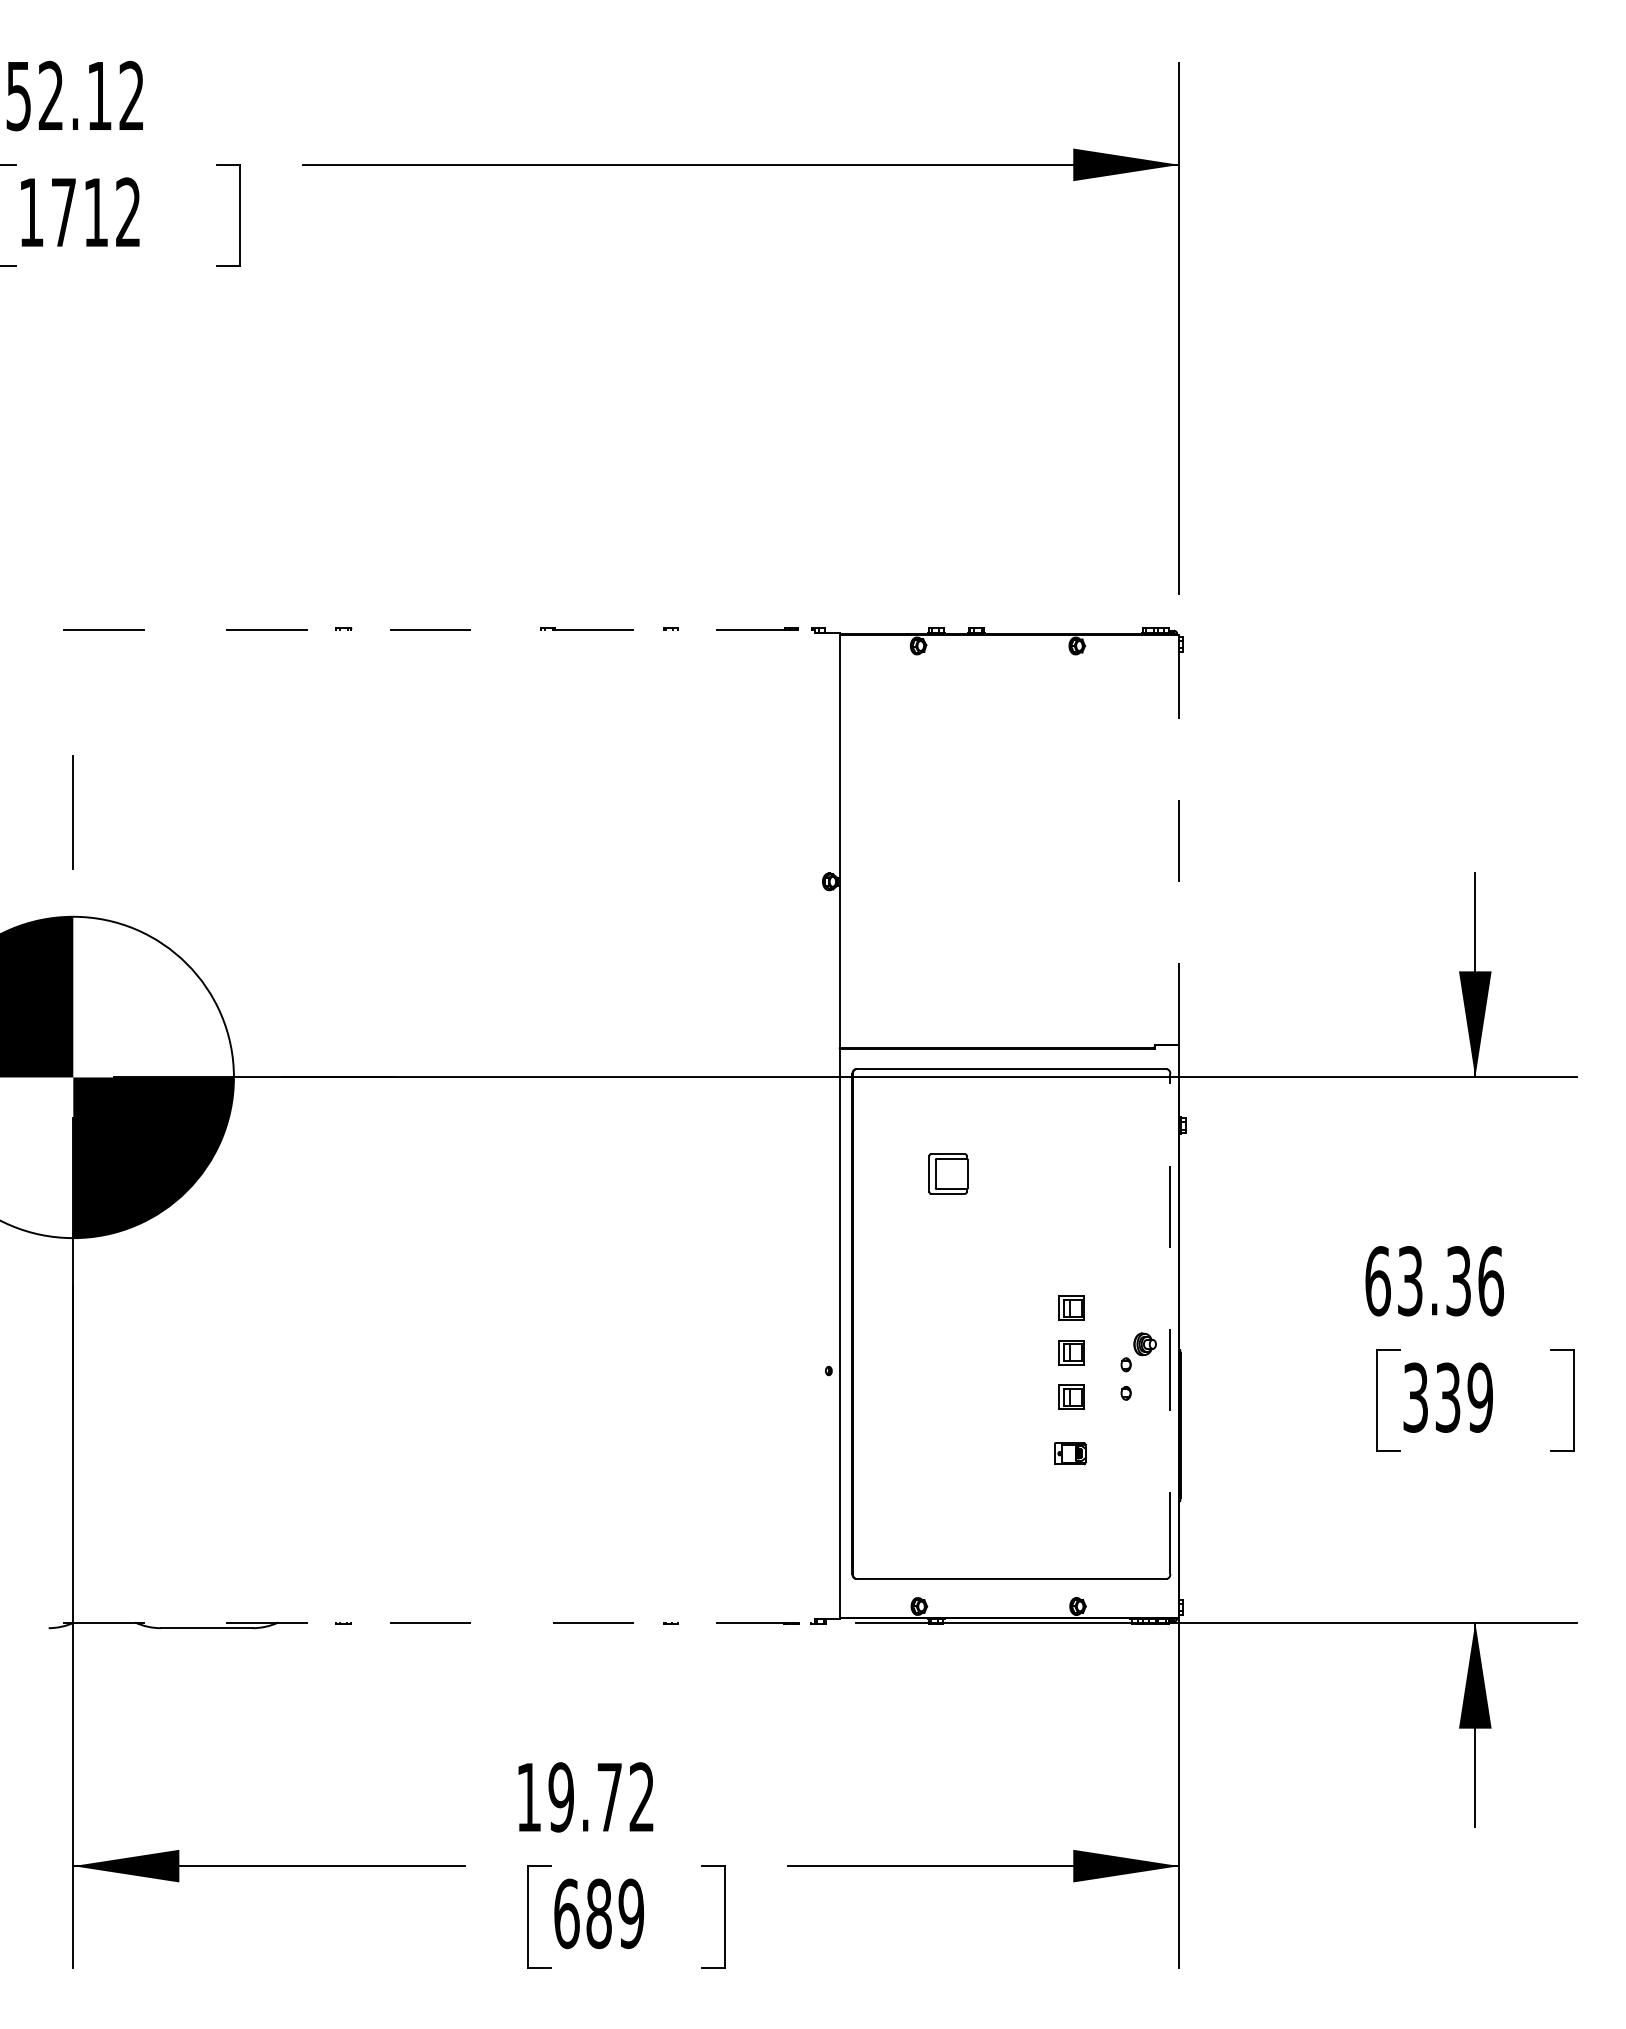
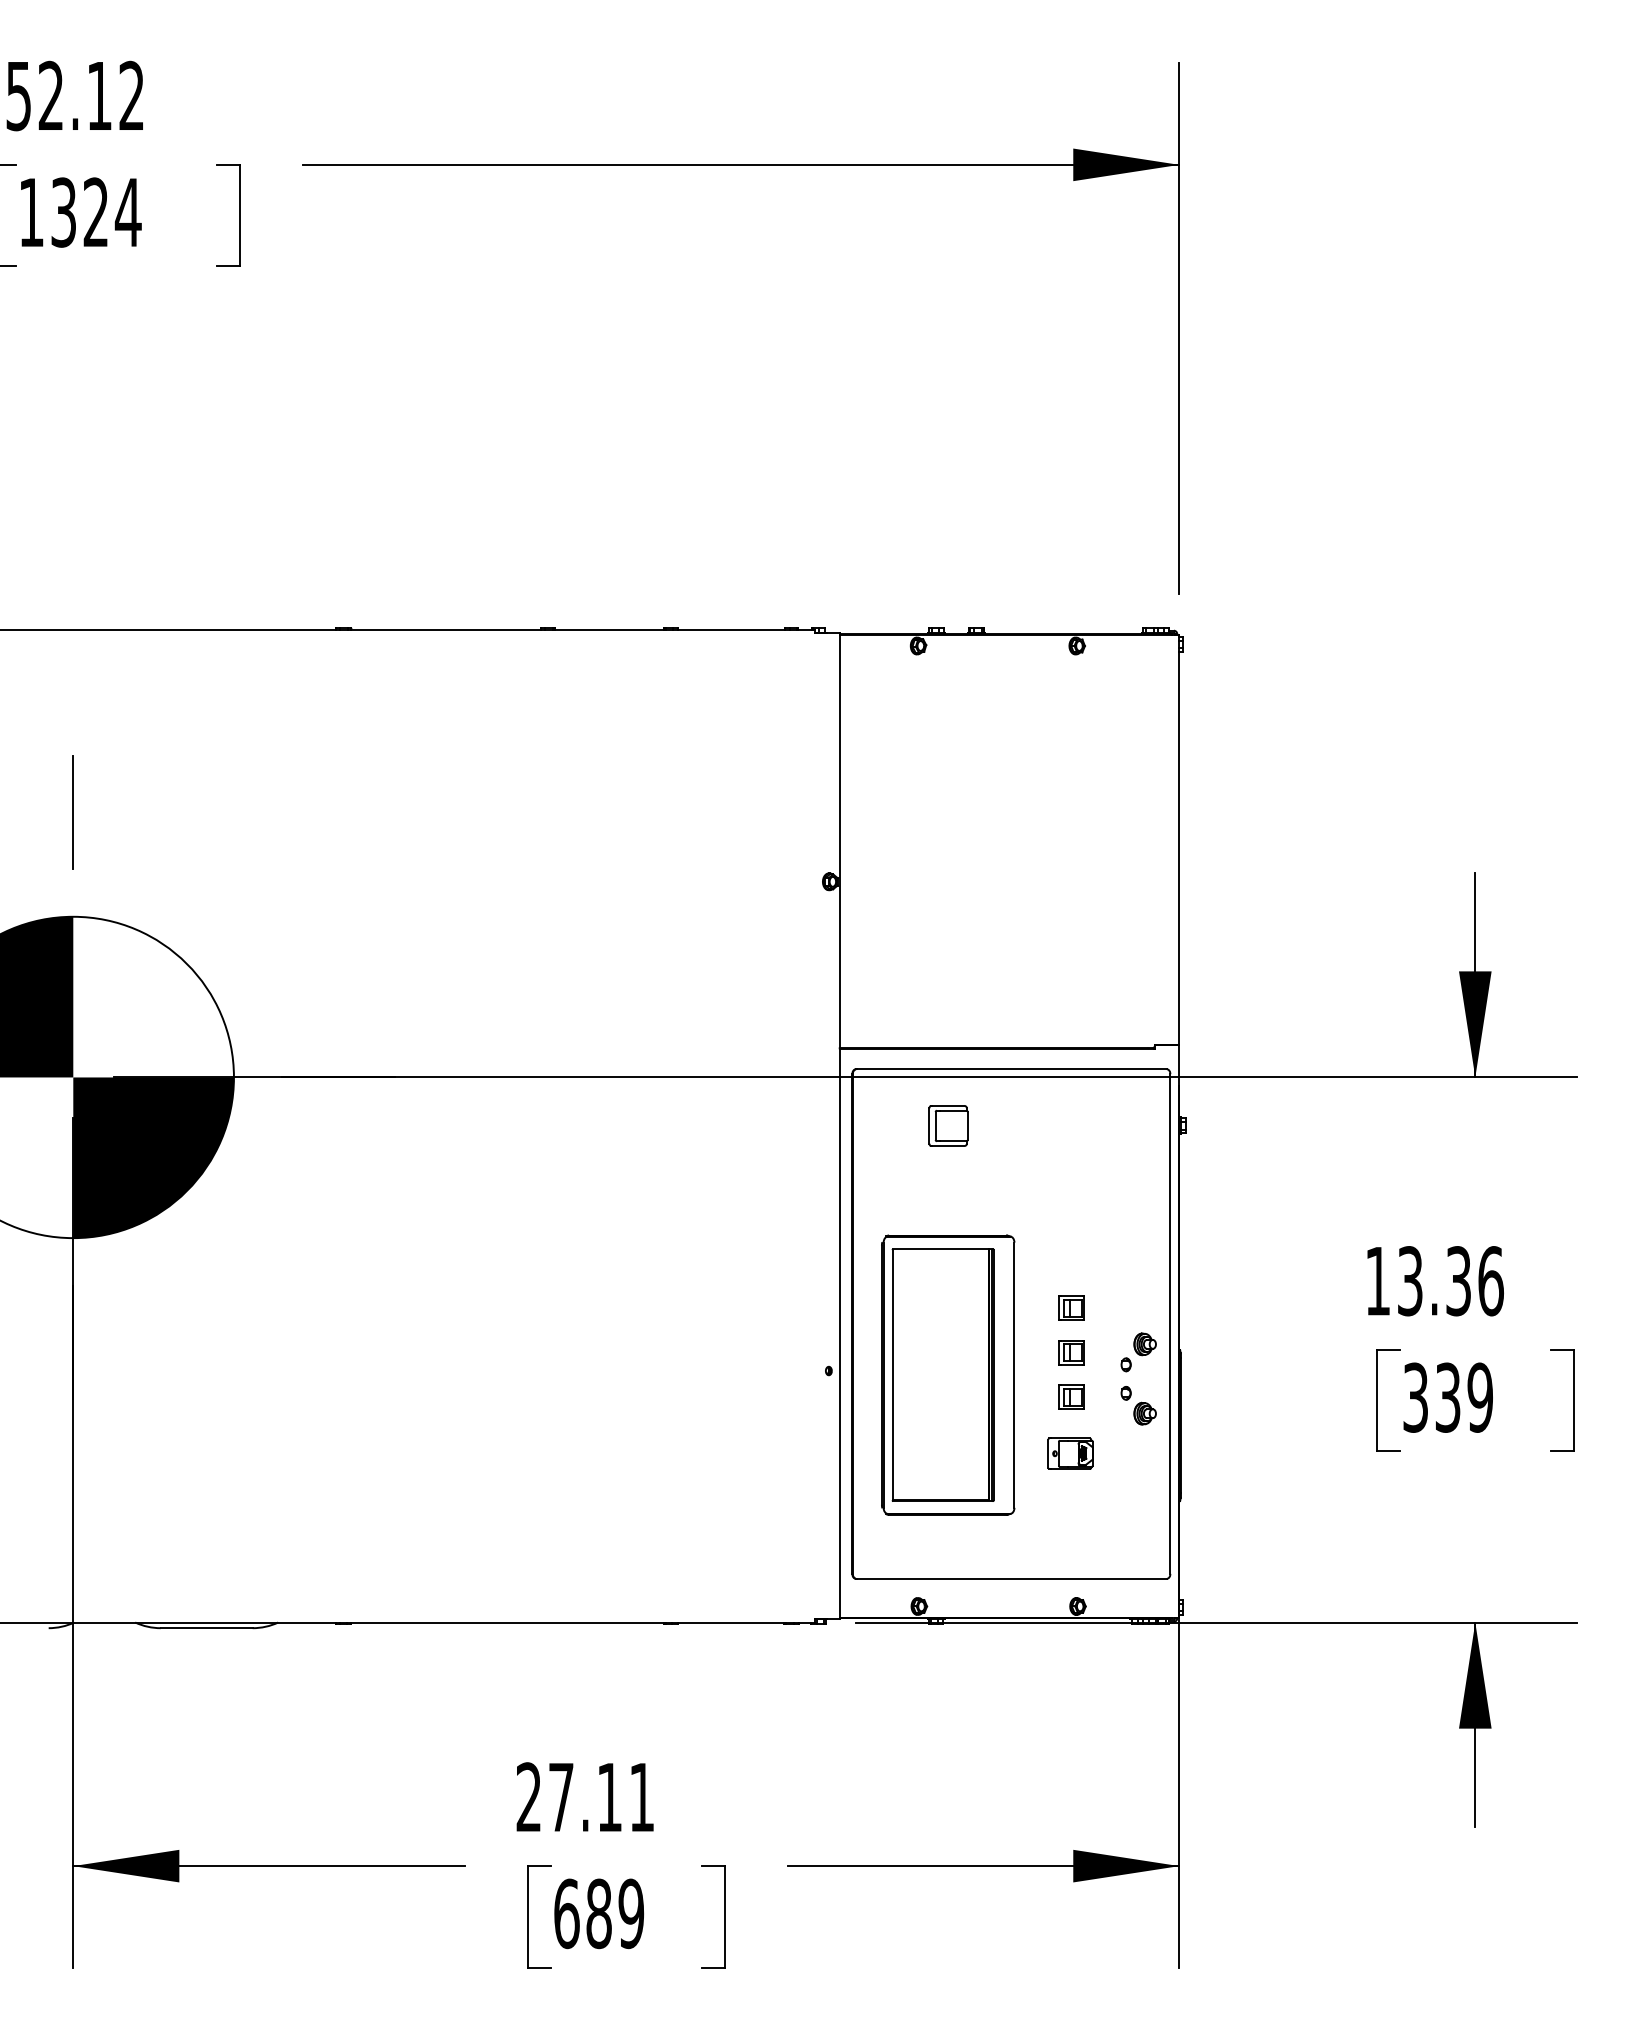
text at (96, 212): 1712 -> 1324
line at (408, 629): dashed -> solid
line at (1179, 839): dashed -> solid
part at (948, 1173) position: (948, 1173) -> (948, 1125)
text at (1377, 1281): 63.36 -> 13.36
line at (1170, 1324): dashed -> solid
part at (948, 1374): none -> present
part at (1144, 1413): none -> present
part at (1070, 1453) size: 33x24 px -> 47x33 px
line at (408, 1622): dashed -> solid
text at (584, 1797): 19.72 -> 27.11
